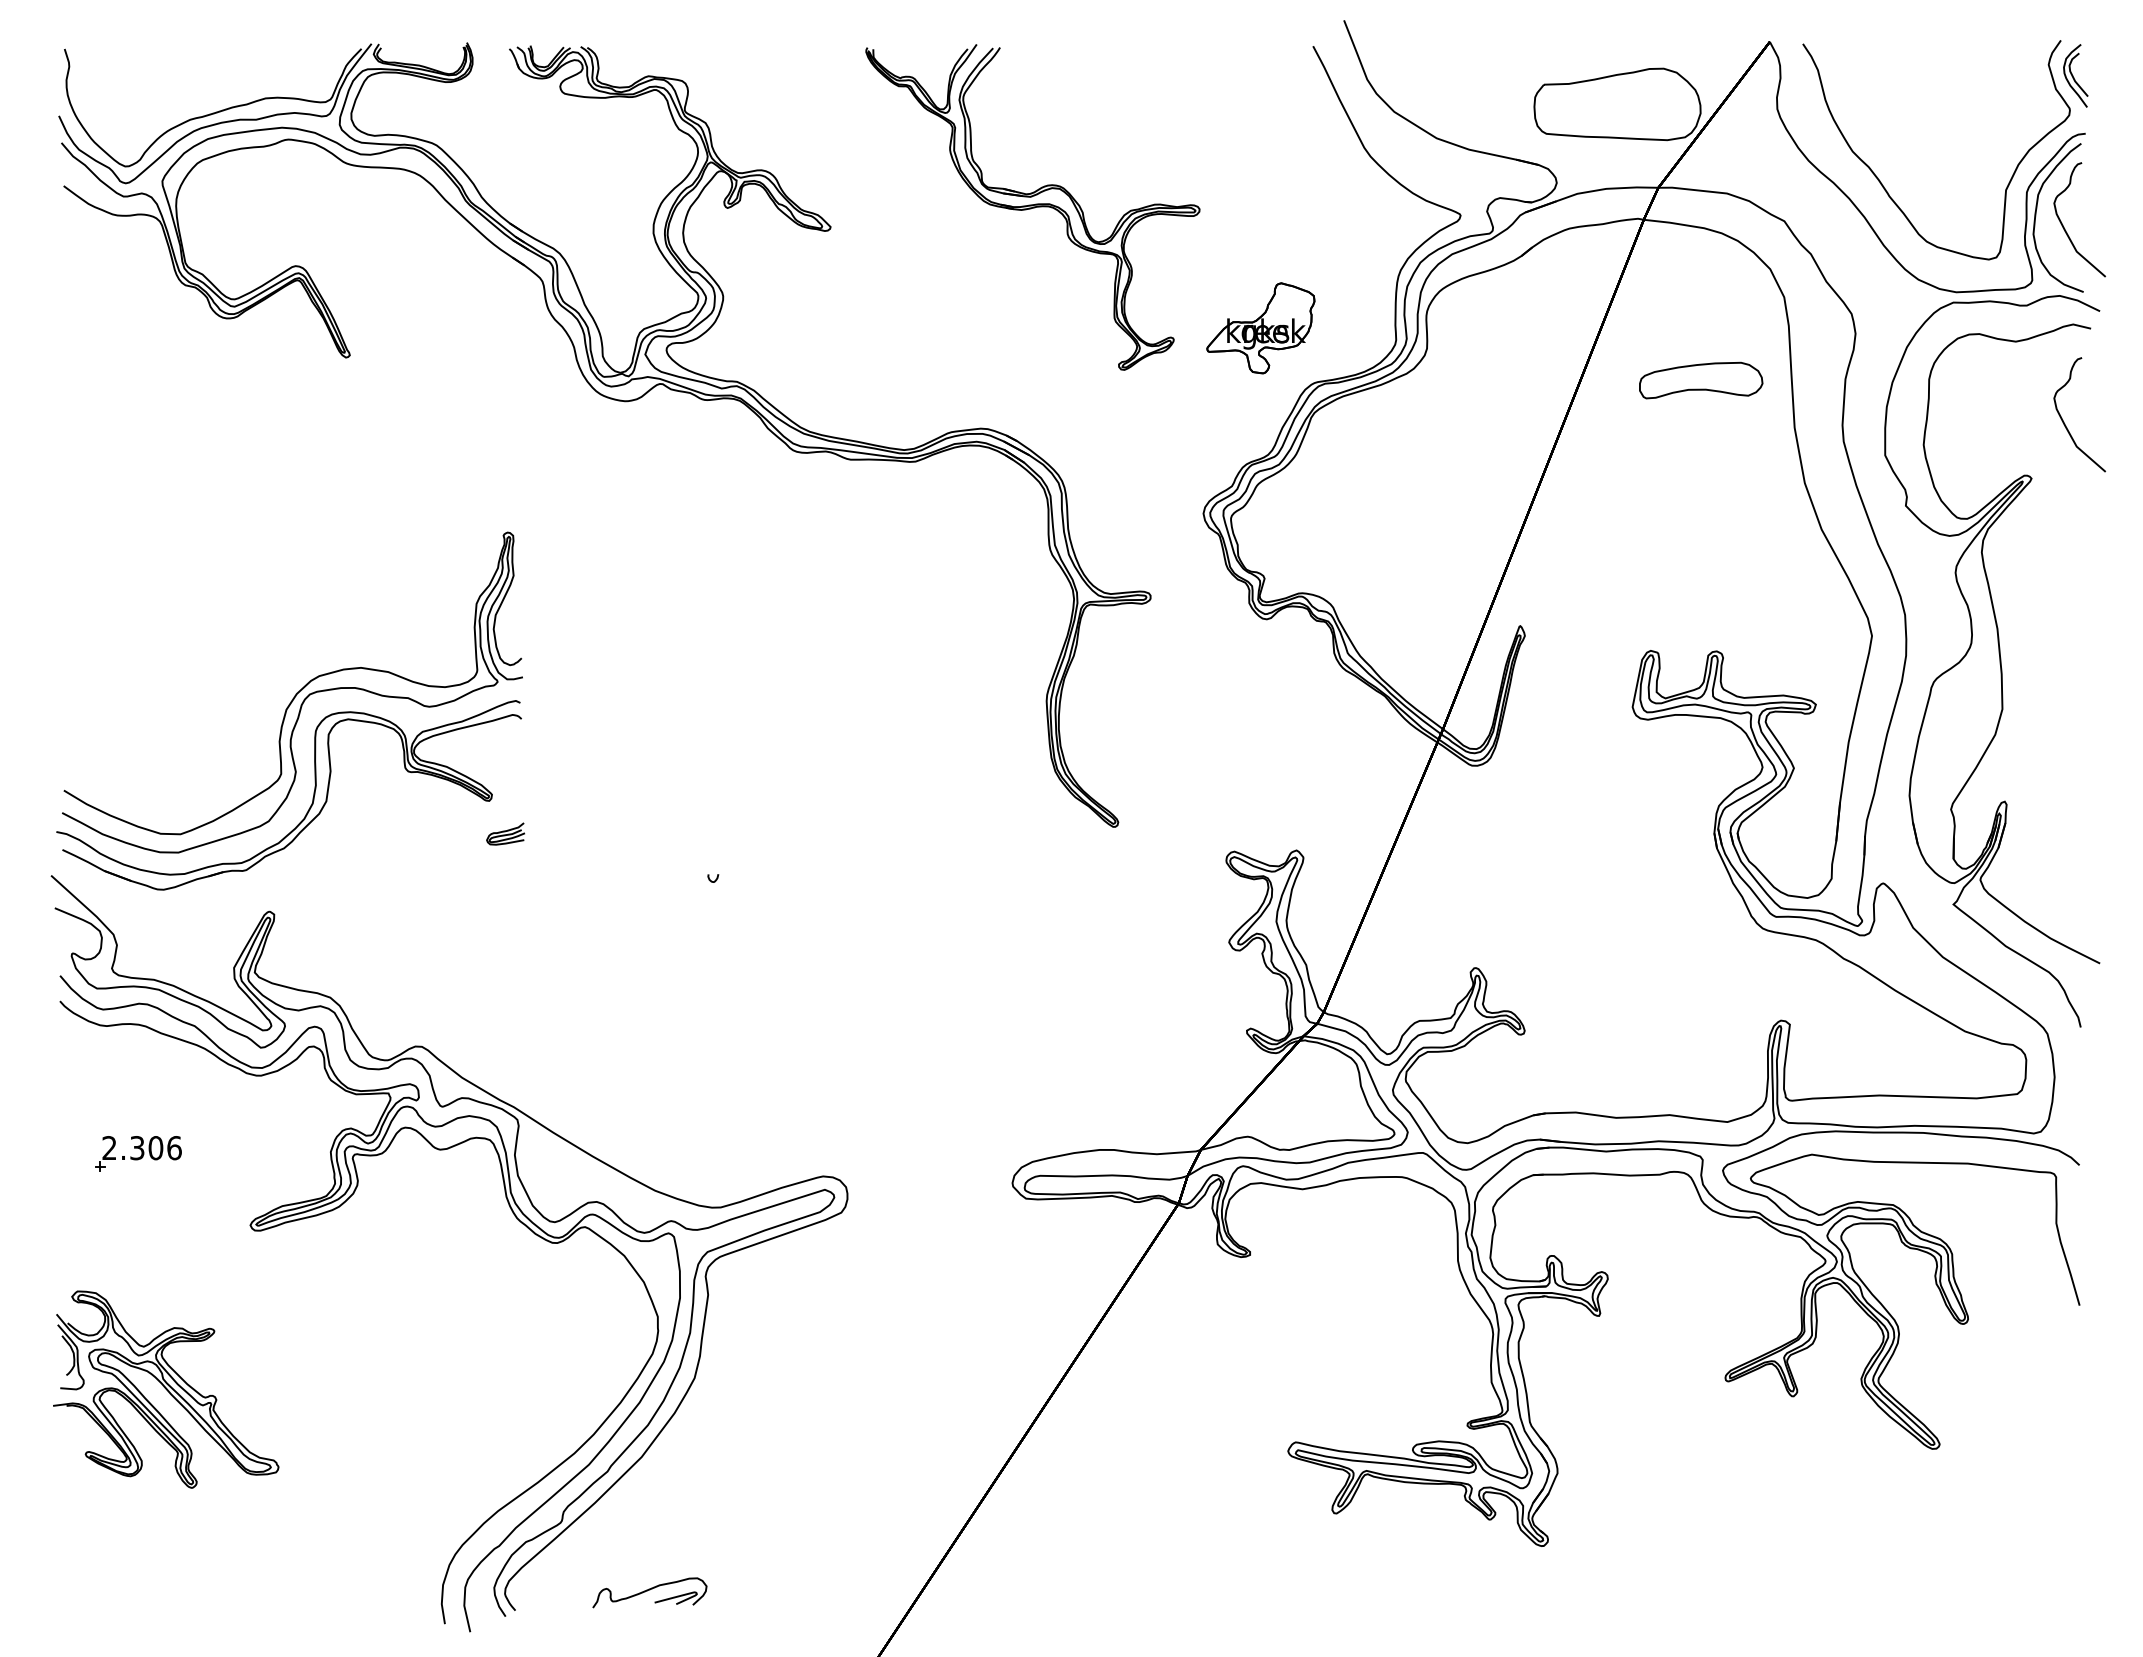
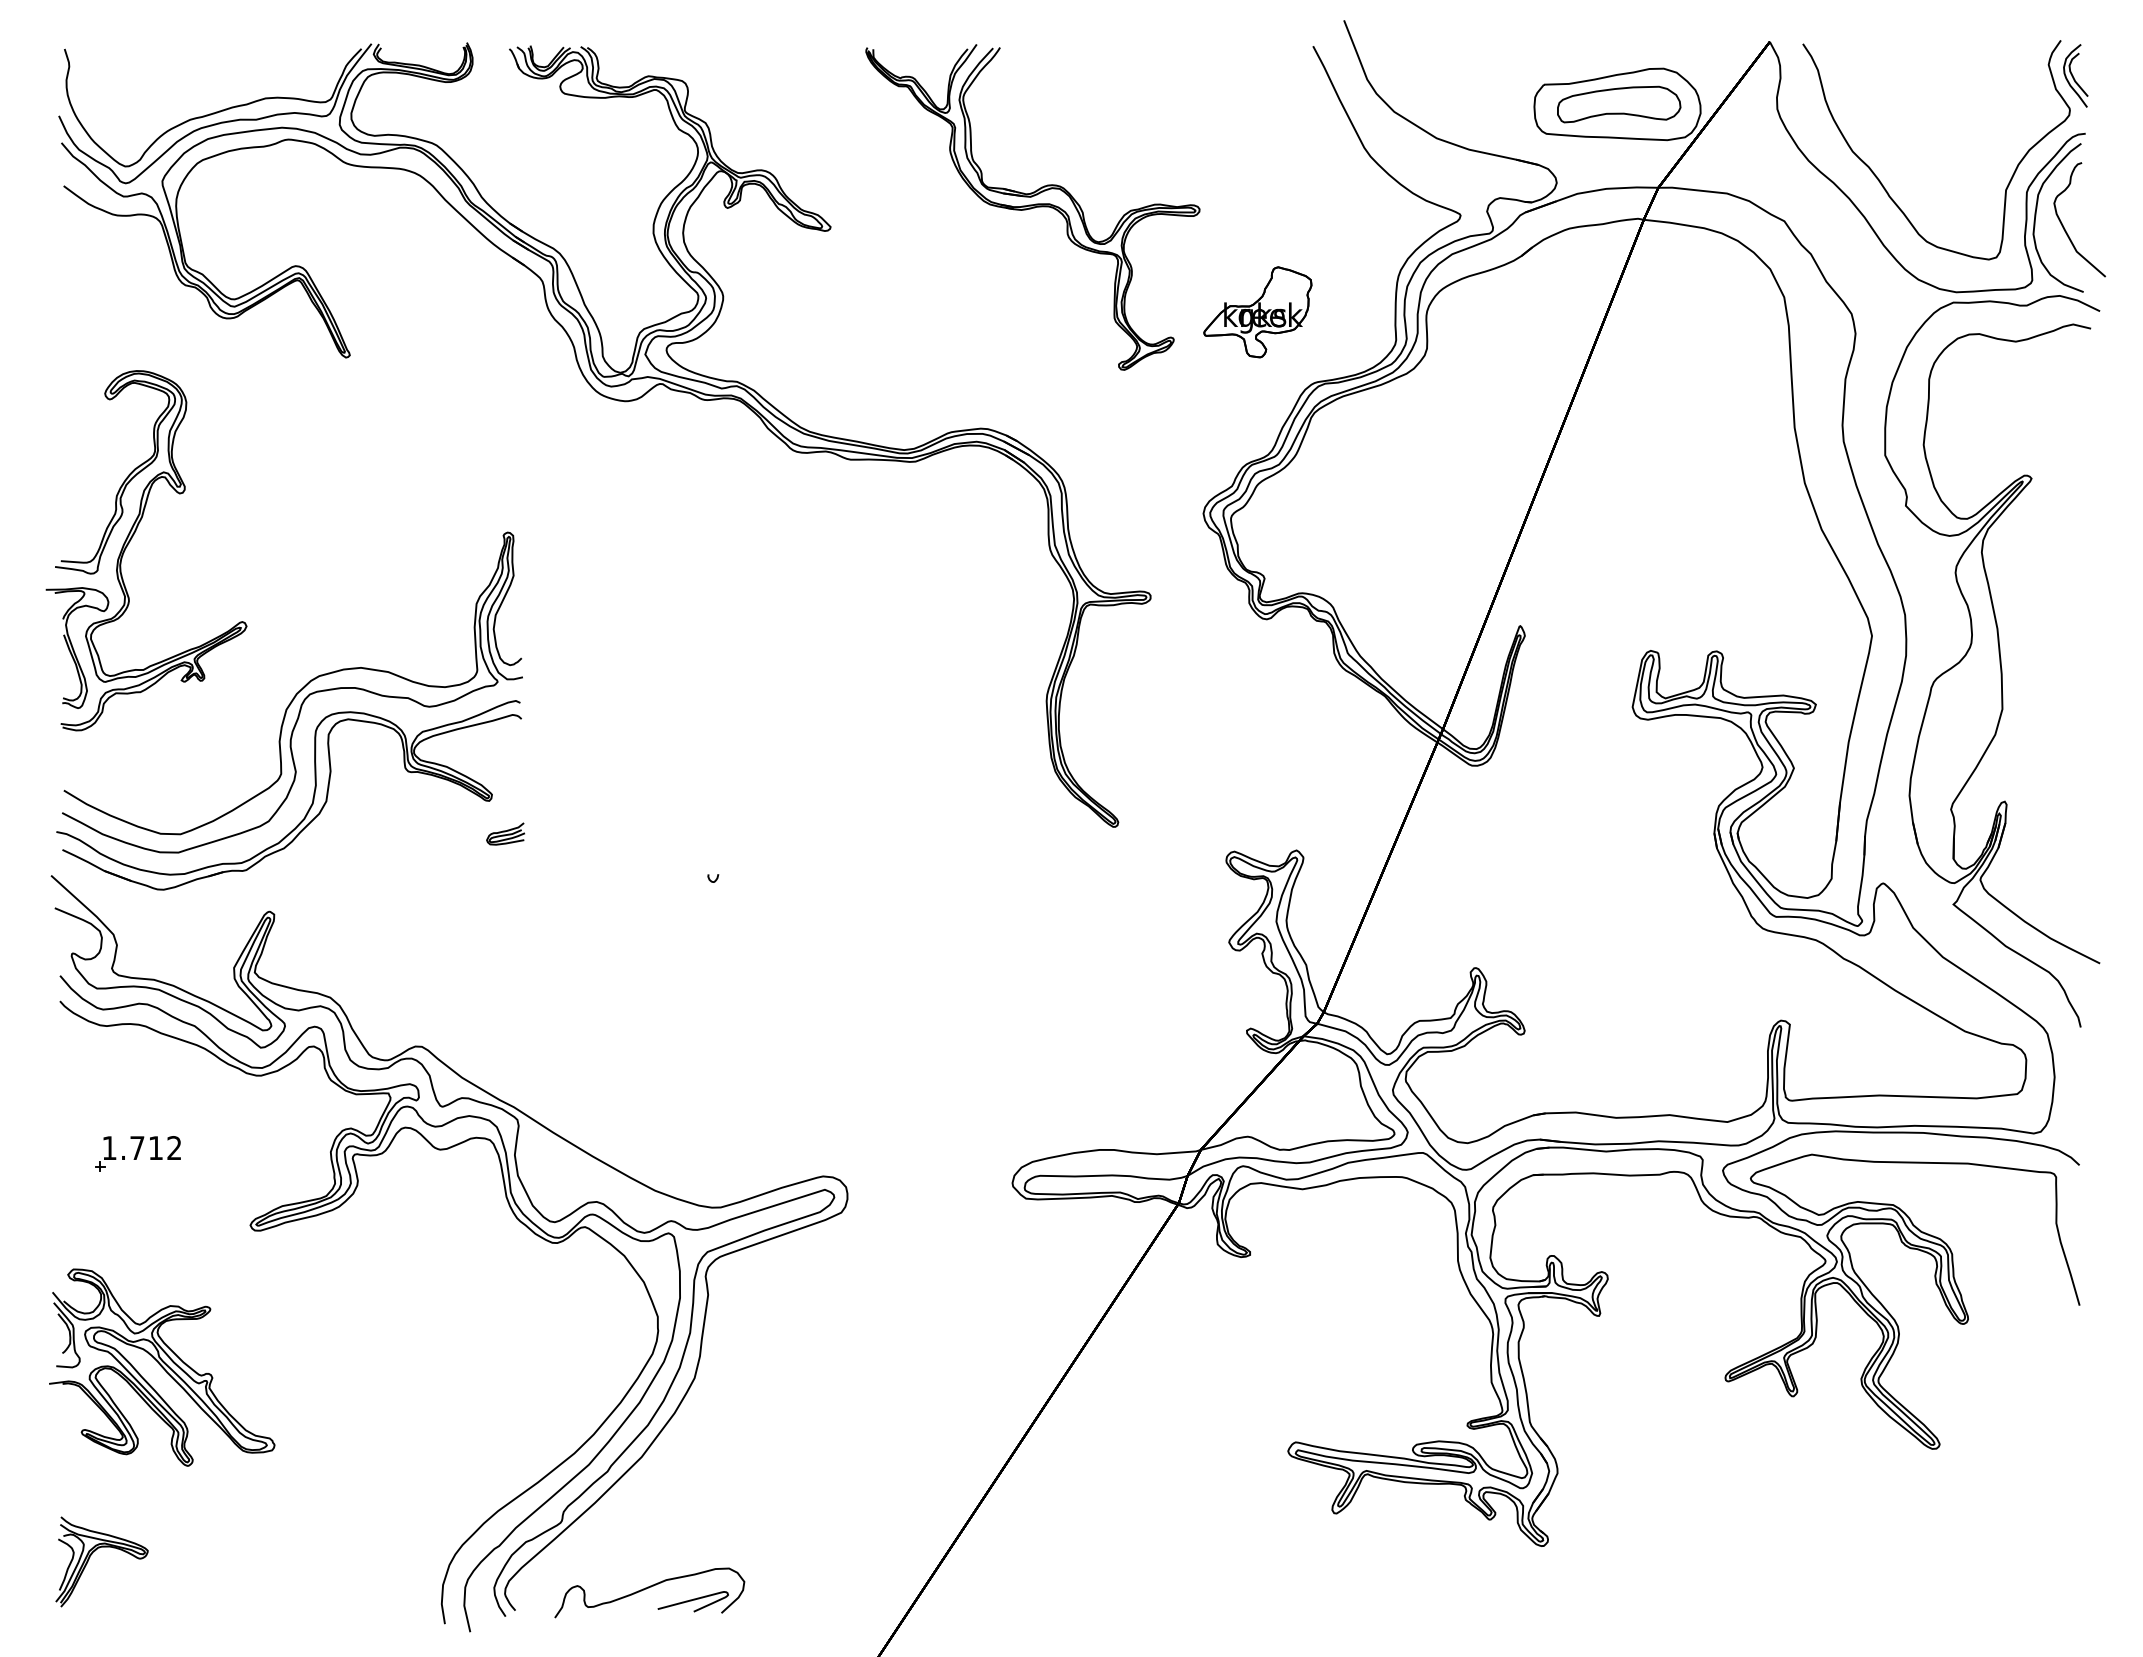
part at (1260, 328) position: (1260, 328) -> (1257, 312)
part at (1701, 380) position: (1701, 380) -> (1619, 104)
curve at (2065, 423): present -> none
part at (130, 541): none -> present
text at (141, 1148): 2.306 -> 1.712
part at (166, 1389) position: (166, 1389) -> (162, 1367)
part at (92, 1554): none -> present
part at (649, 1592) size: 116x32 px -> 192x52 px
